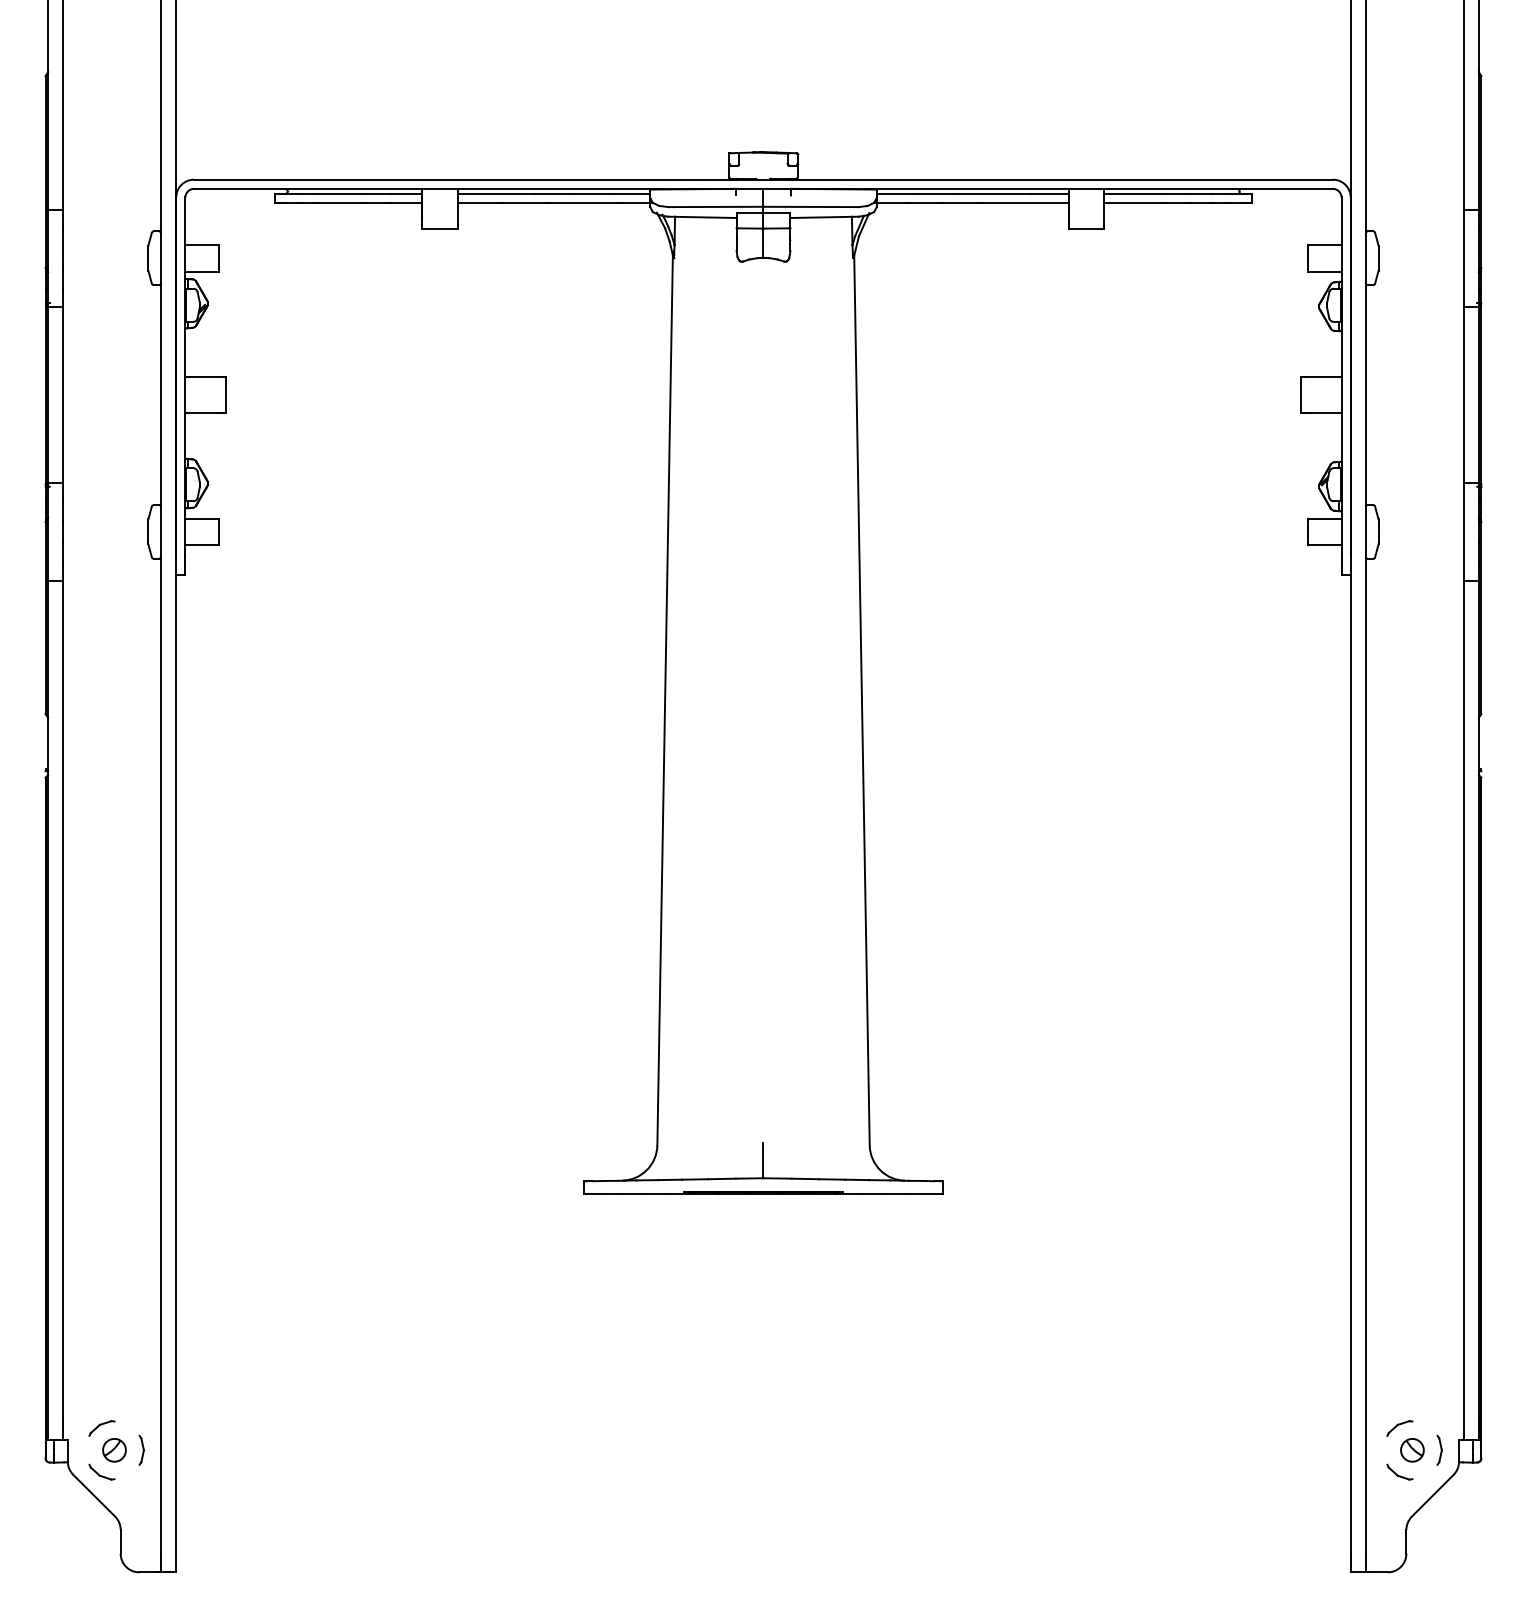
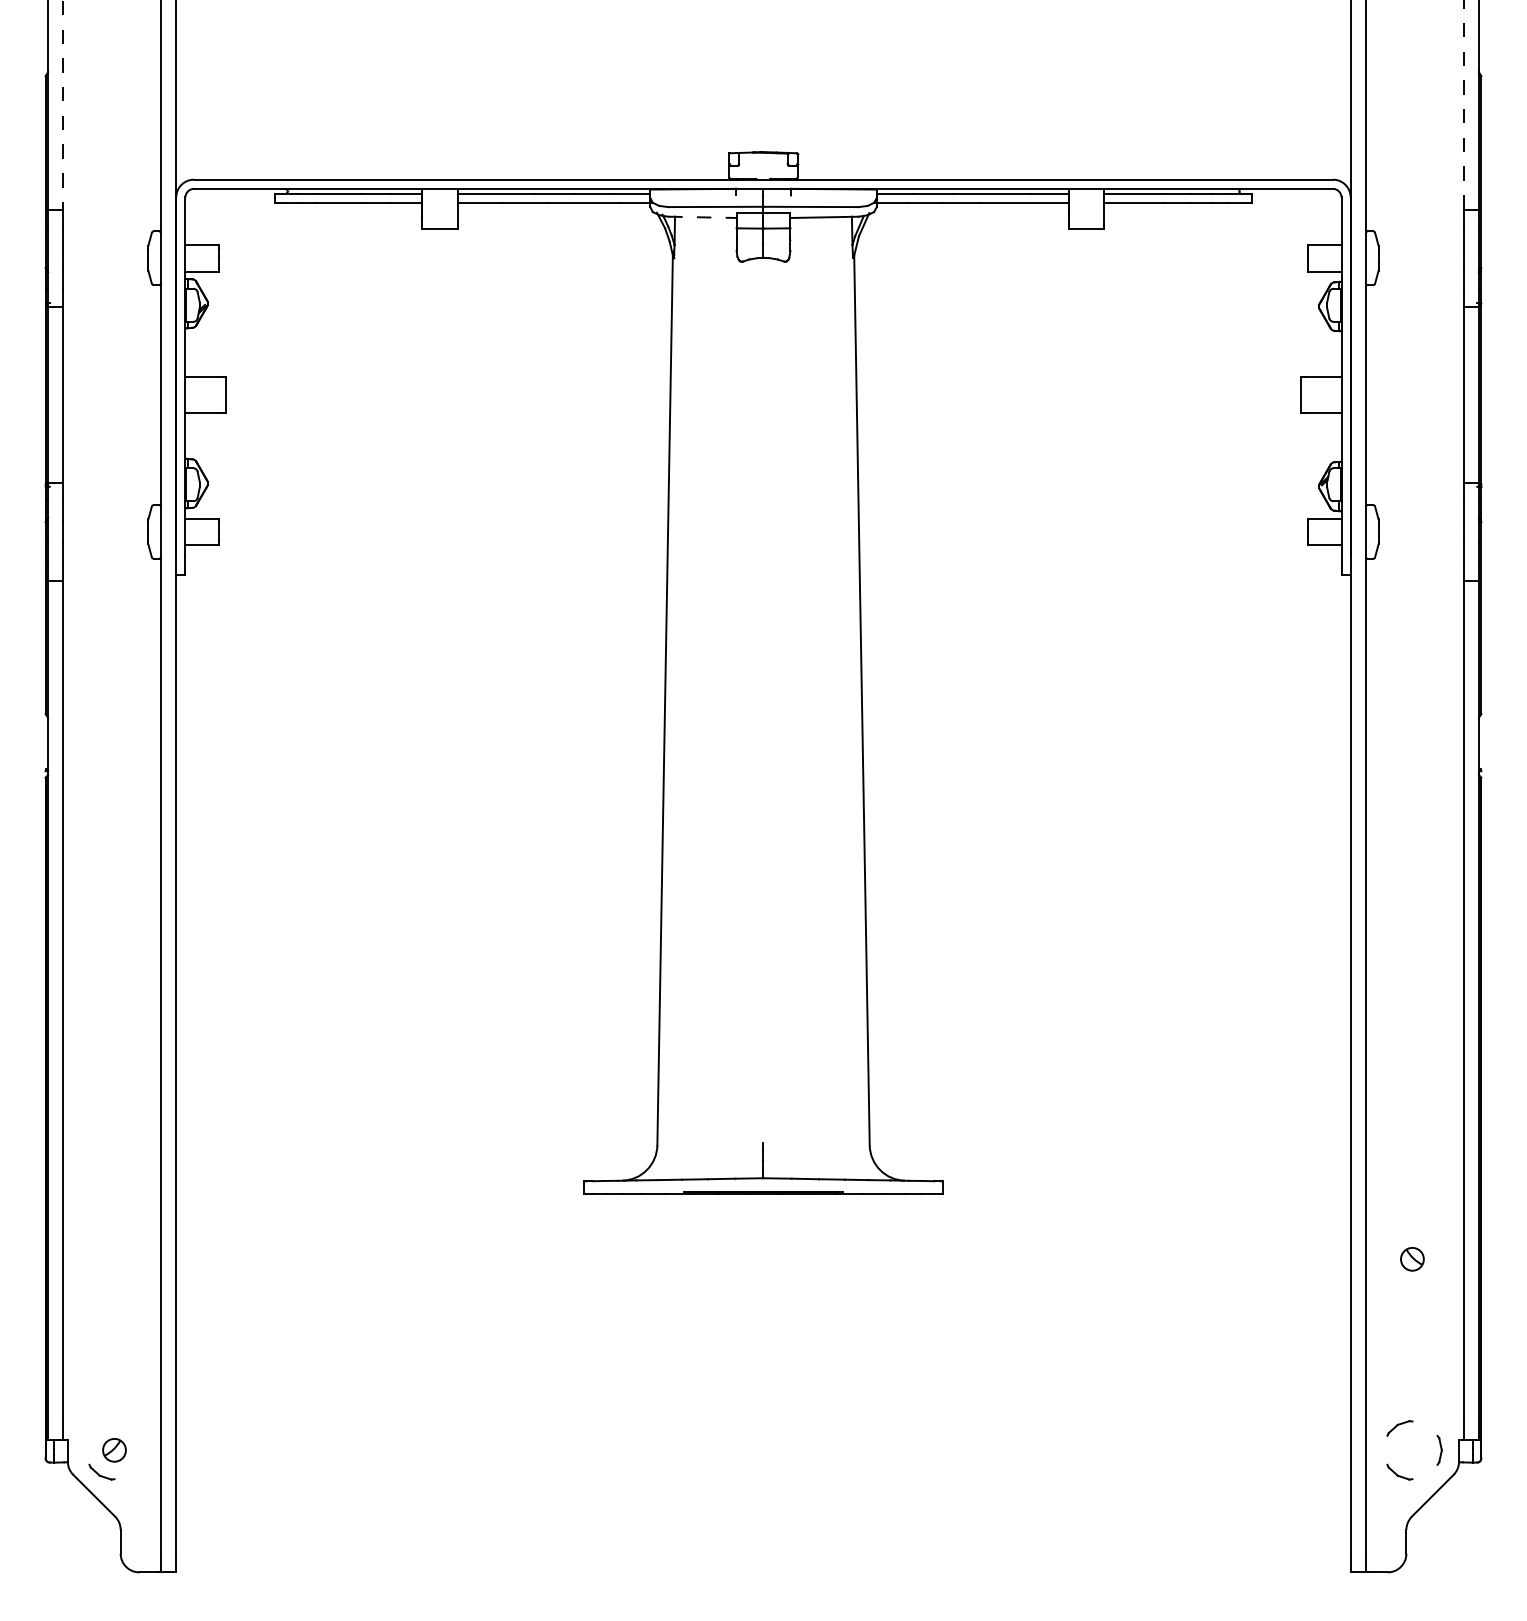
line at (1463, 104): solid -> dashed
line at (63, 105): solid -> dashed
line at (702, 217): solid -> dashed
part at (101, 1428): present -> none
part at (141, 1449): present -> none
part at (1412, 1450) position: (1412, 1450) -> (1412, 1259)
